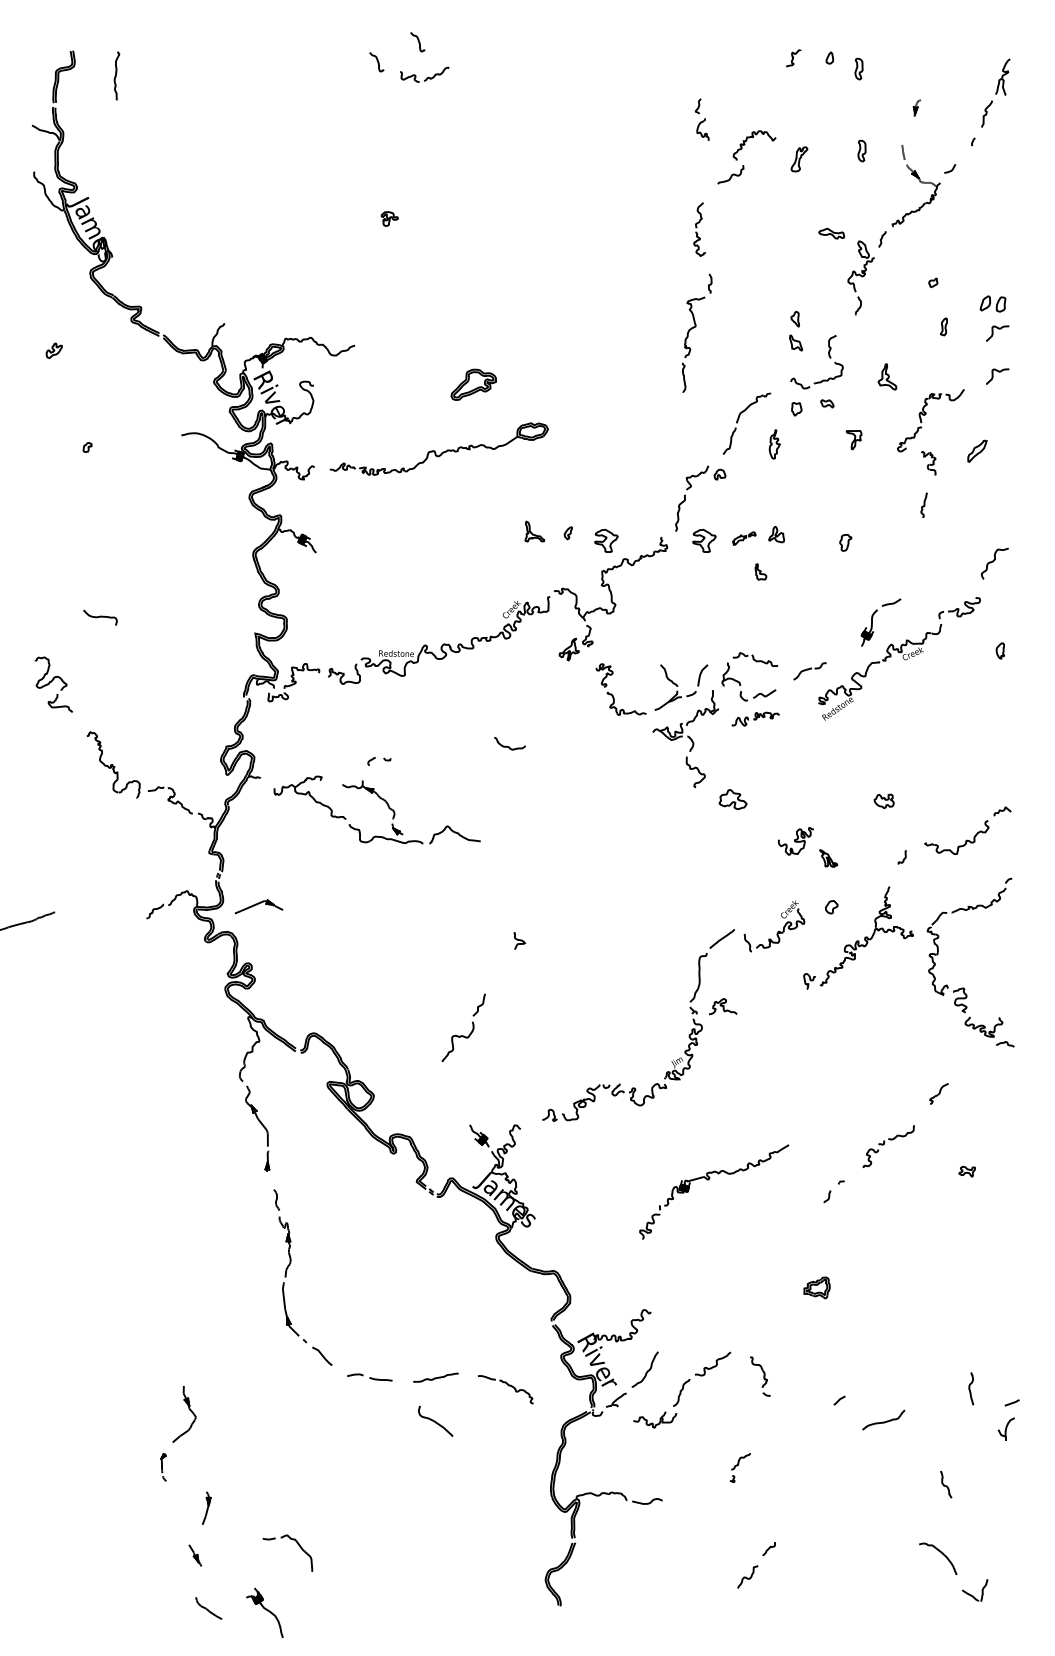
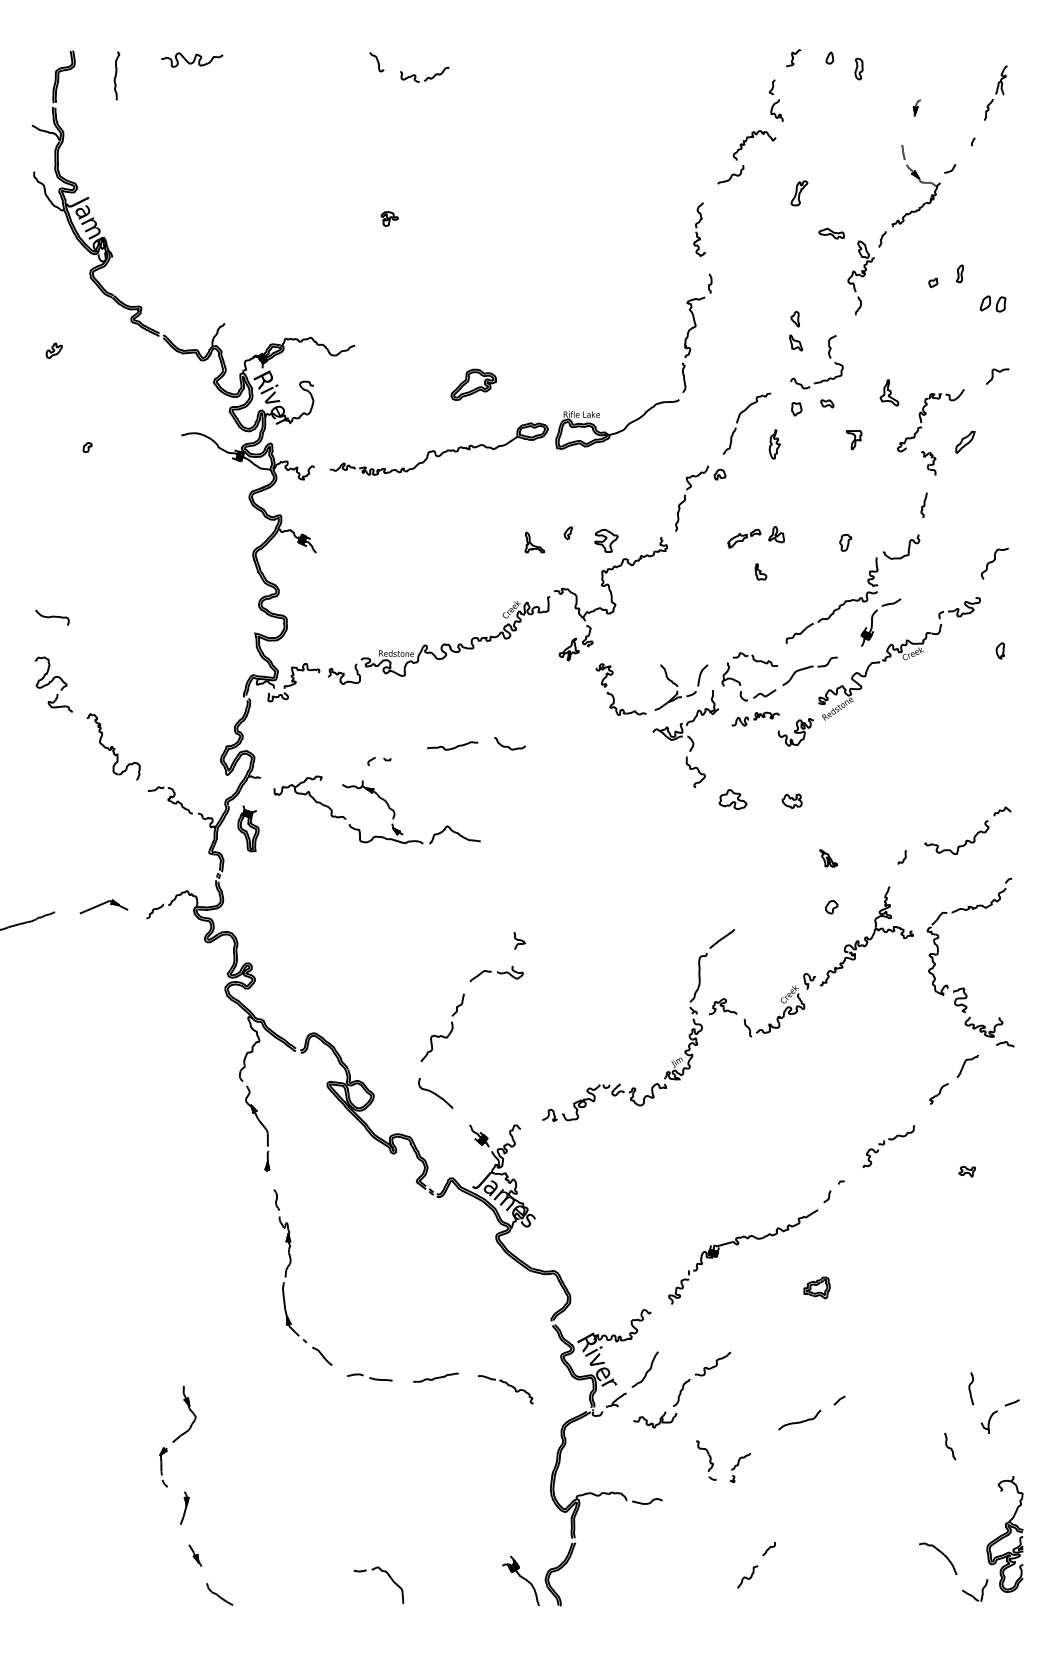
curve at (418, 42): present -> none
part at (192, 59): none -> present
part at (995, 92) size: 30x70 px -> 24x56 px
part at (701, 119) position: (701, 119) -> (775, 100)
part at (861, 150): present -> none
part at (799, 159) position: (799, 159) -> (799, 193)
part at (943, 326) position: (943, 326) -> (959, 273)
curve at (993, 333): present -> none
part at (887, 376) position: (887, 376) -> (889, 392)
part at (619, 430): none -> present
part at (977, 450) position: (977, 450) -> (965, 441)
part at (534, 531) position: (534, 531) -> (534, 542)
part at (744, 538) size: 25x15 px -> 35x21 px
part at (704, 540): present -> none
part at (852, 599): none -> present
curve at (100, 617) position: (100, 617) -> (52, 617)
part at (809, 671) size: 34x19 px -> 56x31 px
curve at (452, 747): none -> present
part at (113, 764) position: (113, 764) -> (113, 746)
part at (883, 800) position: (883, 800) -> (791, 800)
part at (248, 828): none -> present
curve at (795, 841) position: (795, 841) -> (795, 732)
part at (258, 906) position: (258, 906) -> (103, 906)
part at (774, 926) position: (774, 926) -> (774, 1011)
part at (496, 973): none -> present
part at (463, 1035) position: (463, 1035) -> (442, 1035)
curve at (965, 1063): none -> present
part at (708, 1180) position: (708, 1180) -> (737, 1245)
part at (760, 1376) position: (760, 1376) -> (706, 1460)
curve at (434, 1420) position: (434, 1420) -> (434, 1092)
curve at (883, 1421) position: (883, 1421) -> (799, 1421)
part at (1005, 1428) position: (1005, 1428) -> (988, 1421)
part at (163, 1467) size: 7x29 px -> 9x41 px
curve at (946, 1485) position: (946, 1485) -> (950, 1447)
part at (206, 1507) position: (206, 1507) -> (184, 1507)
part at (1004, 1534): none -> present
part at (297, 1544) position: (297, 1544) -> (388, 1576)
curve at (207, 1608) position: (207, 1608) -> (218, 1594)
part at (264, 1612) position: (264, 1612) -> (520, 1580)
